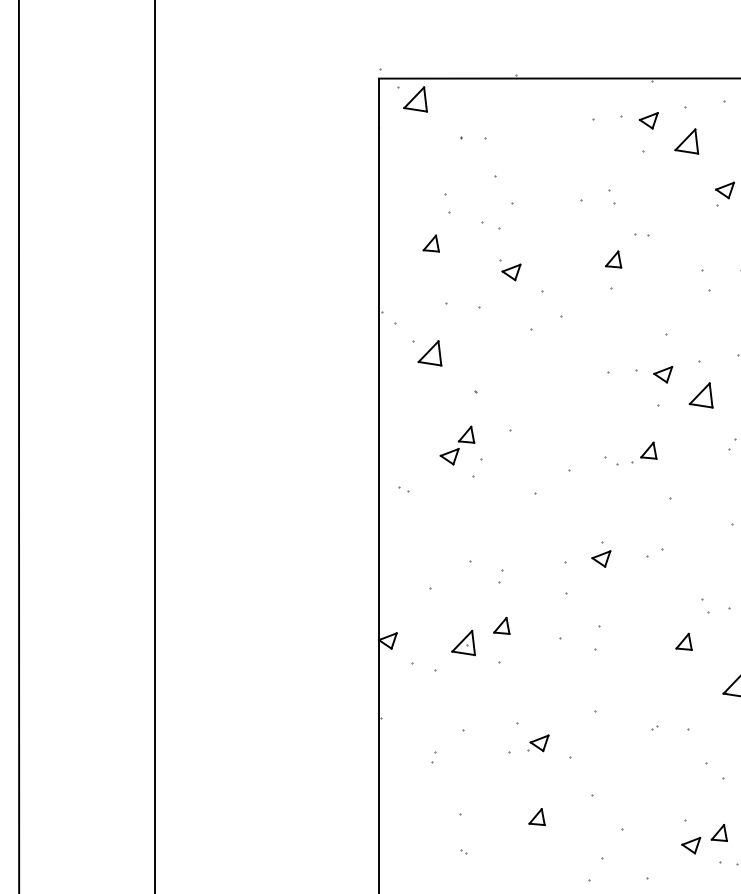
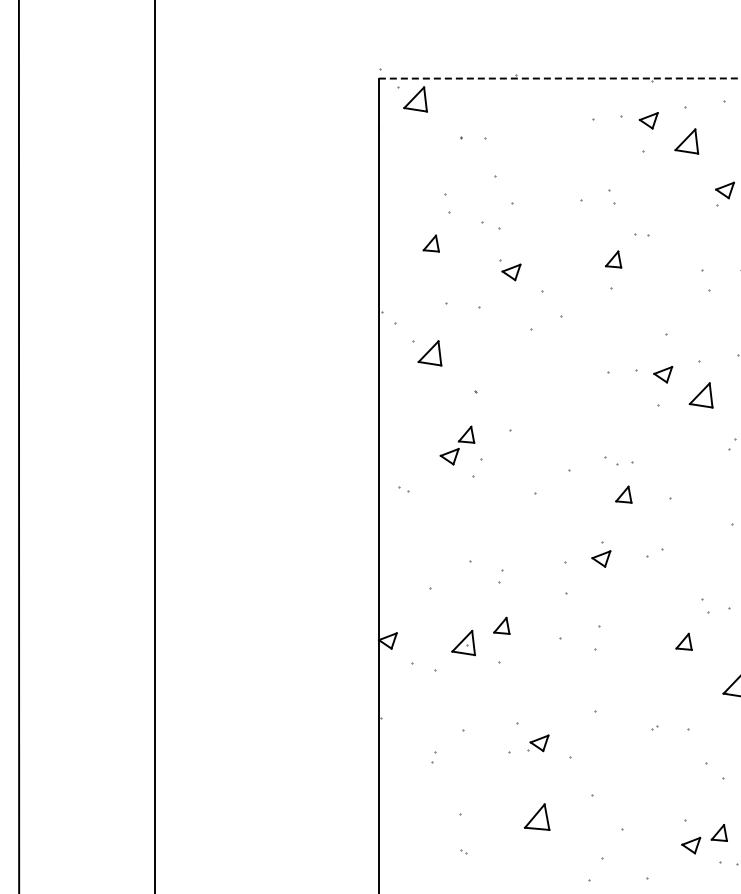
line at (559, 78): solid -> dashed
part at (648, 450) position: (648, 450) -> (623, 494)
part at (536, 816) size: 18x18 px -> 27x28 px
